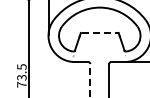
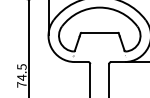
line at (100, 32): dashed -> solid
text at (21, 77): 73.5 -> 74.5
line at (90, 80): dashed -> solid
